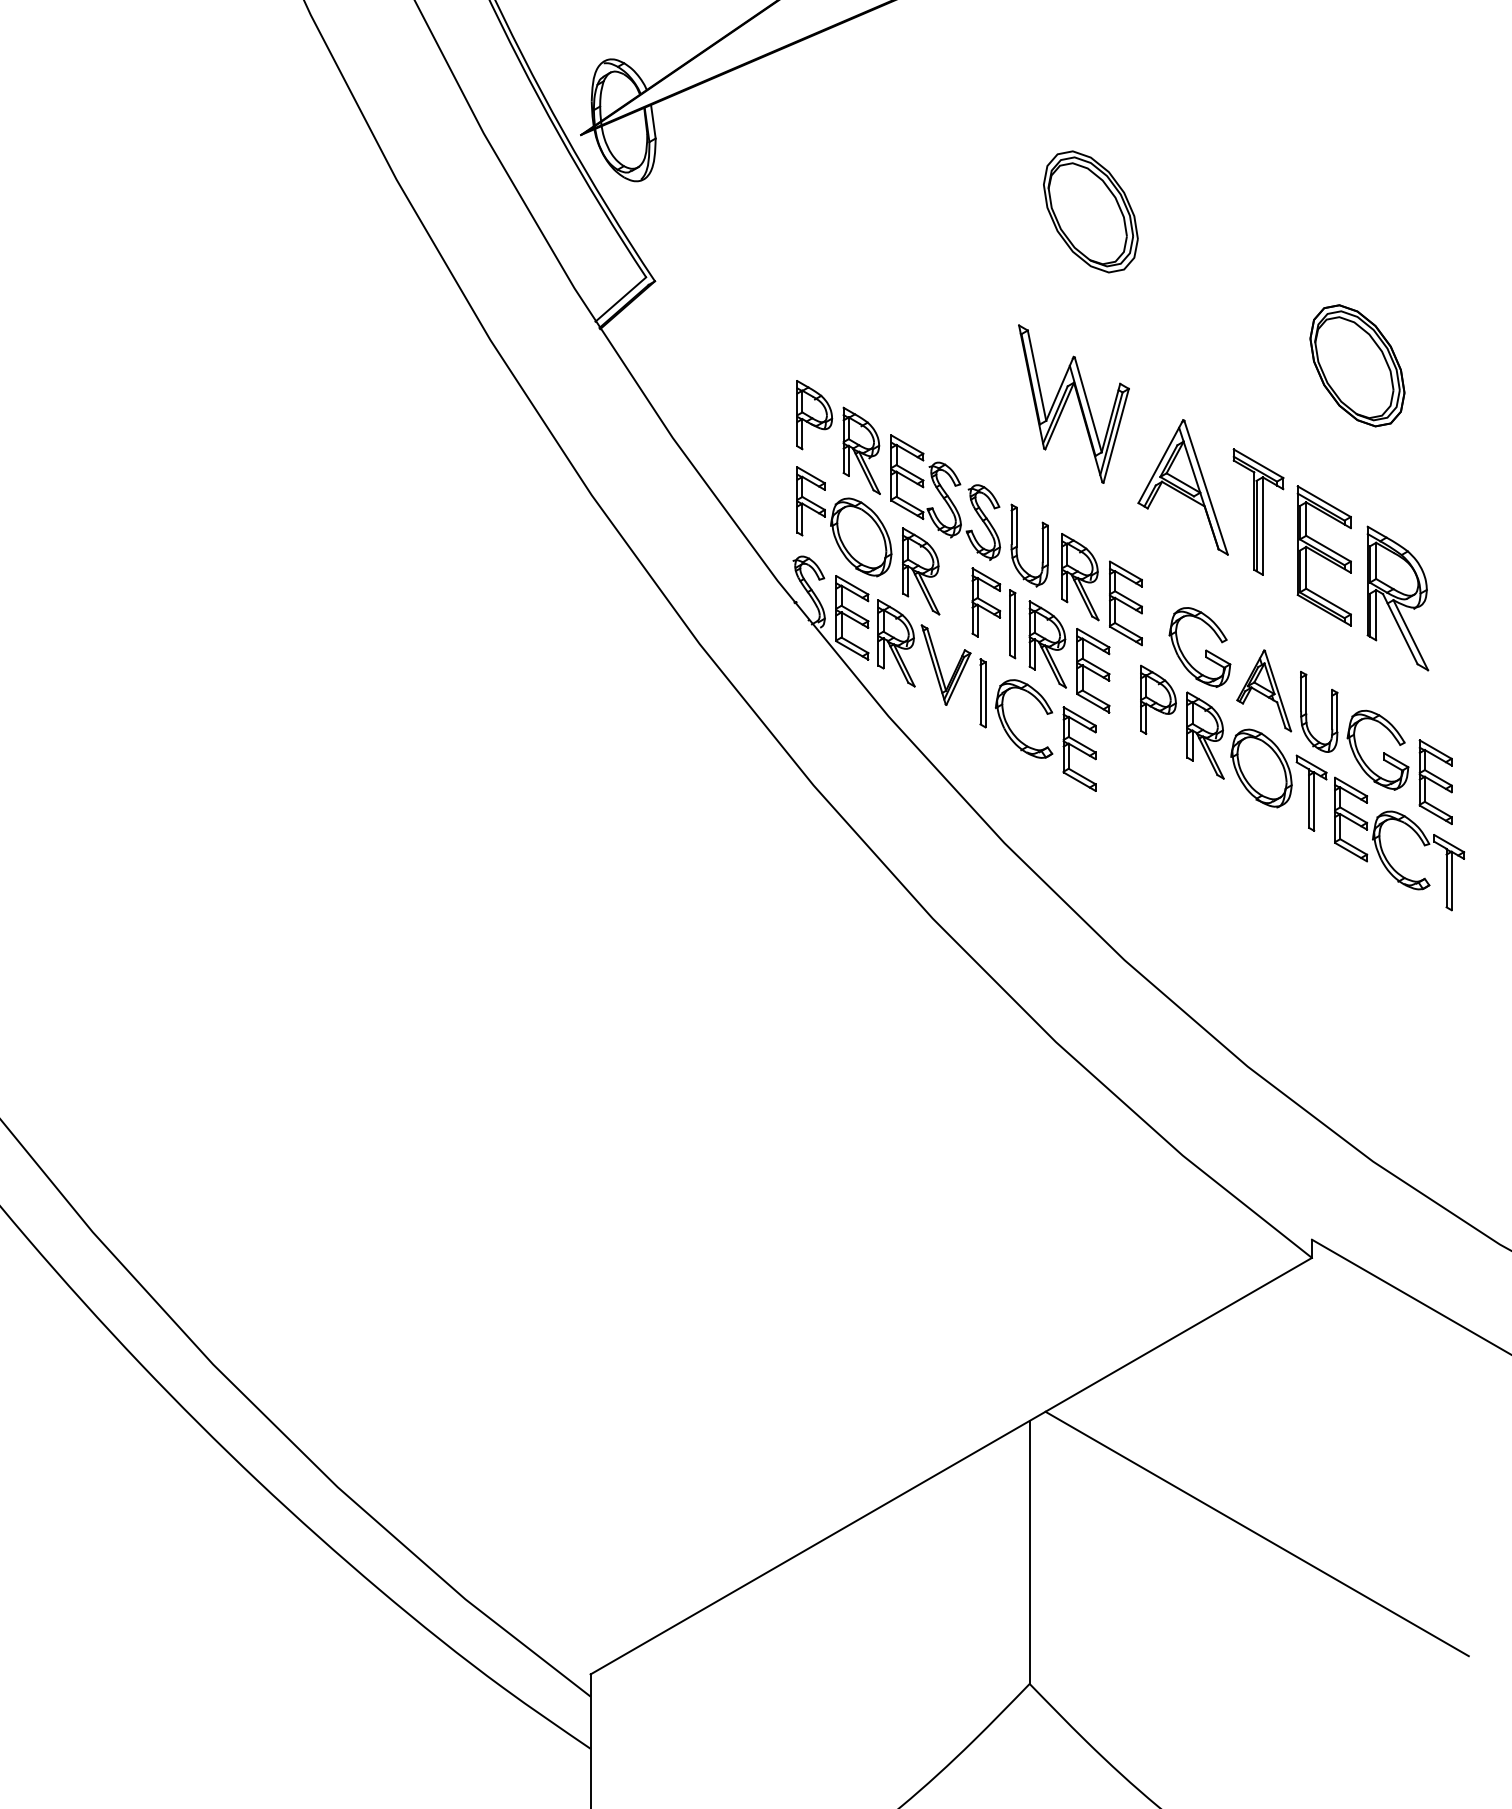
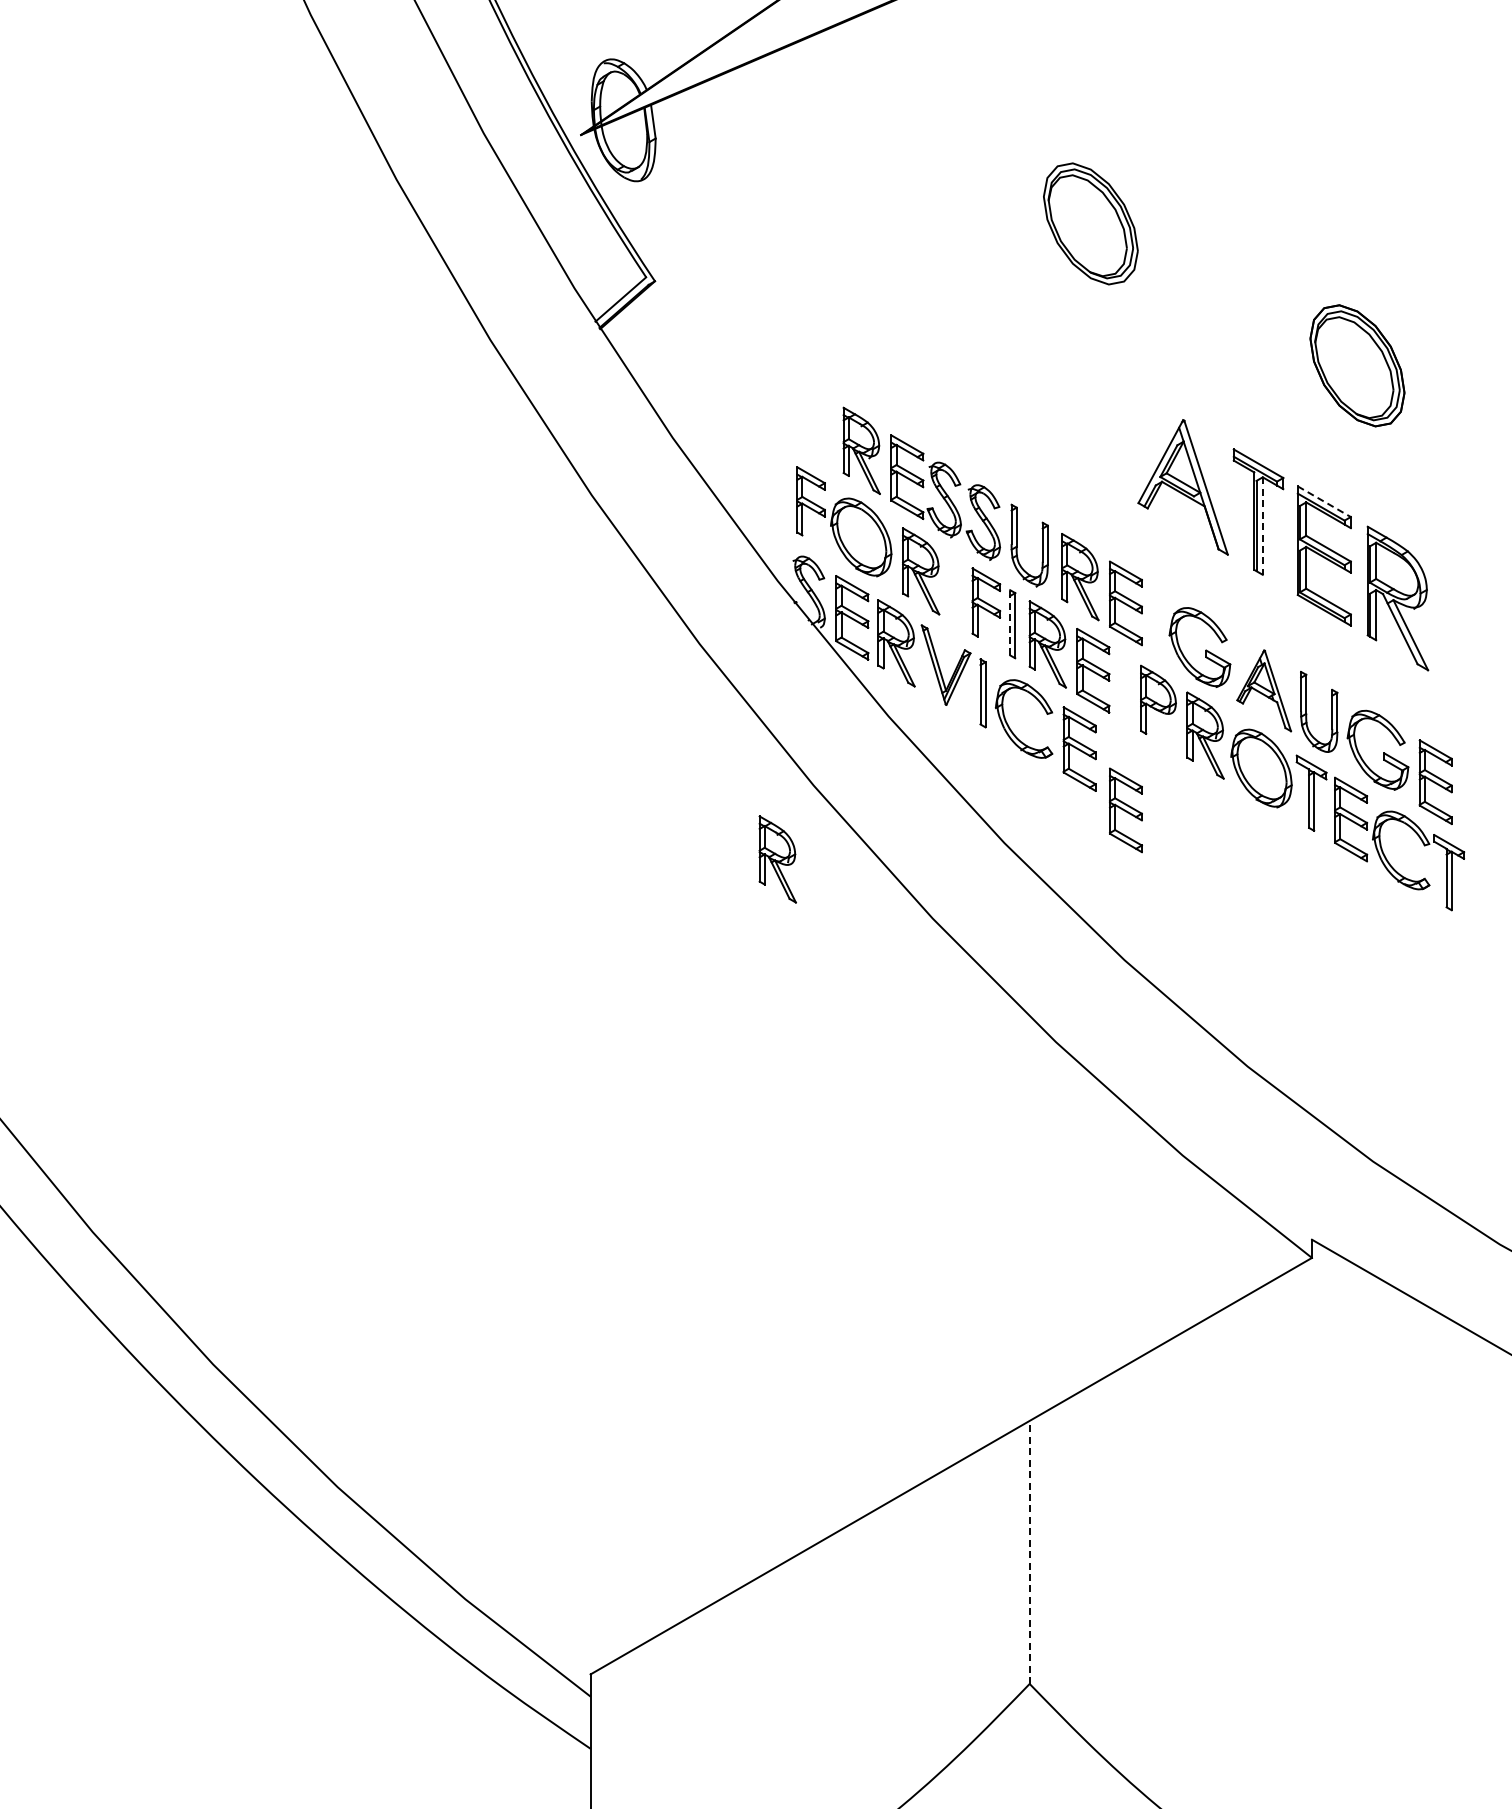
part at (1090, 211) position: (1090, 211) -> (1090, 223)
part at (1073, 403): present -> none
part at (814, 415): present -> none
line at (1324, 501): solid -> dashed
line at (1262, 526): solid -> dashed
line at (1010, 622): solid -> dashed
part at (1125, 810): none -> present
part at (777, 859): none -> present
line at (1256, 1533): present -> none
line at (1029, 1552): solid -> dashed
